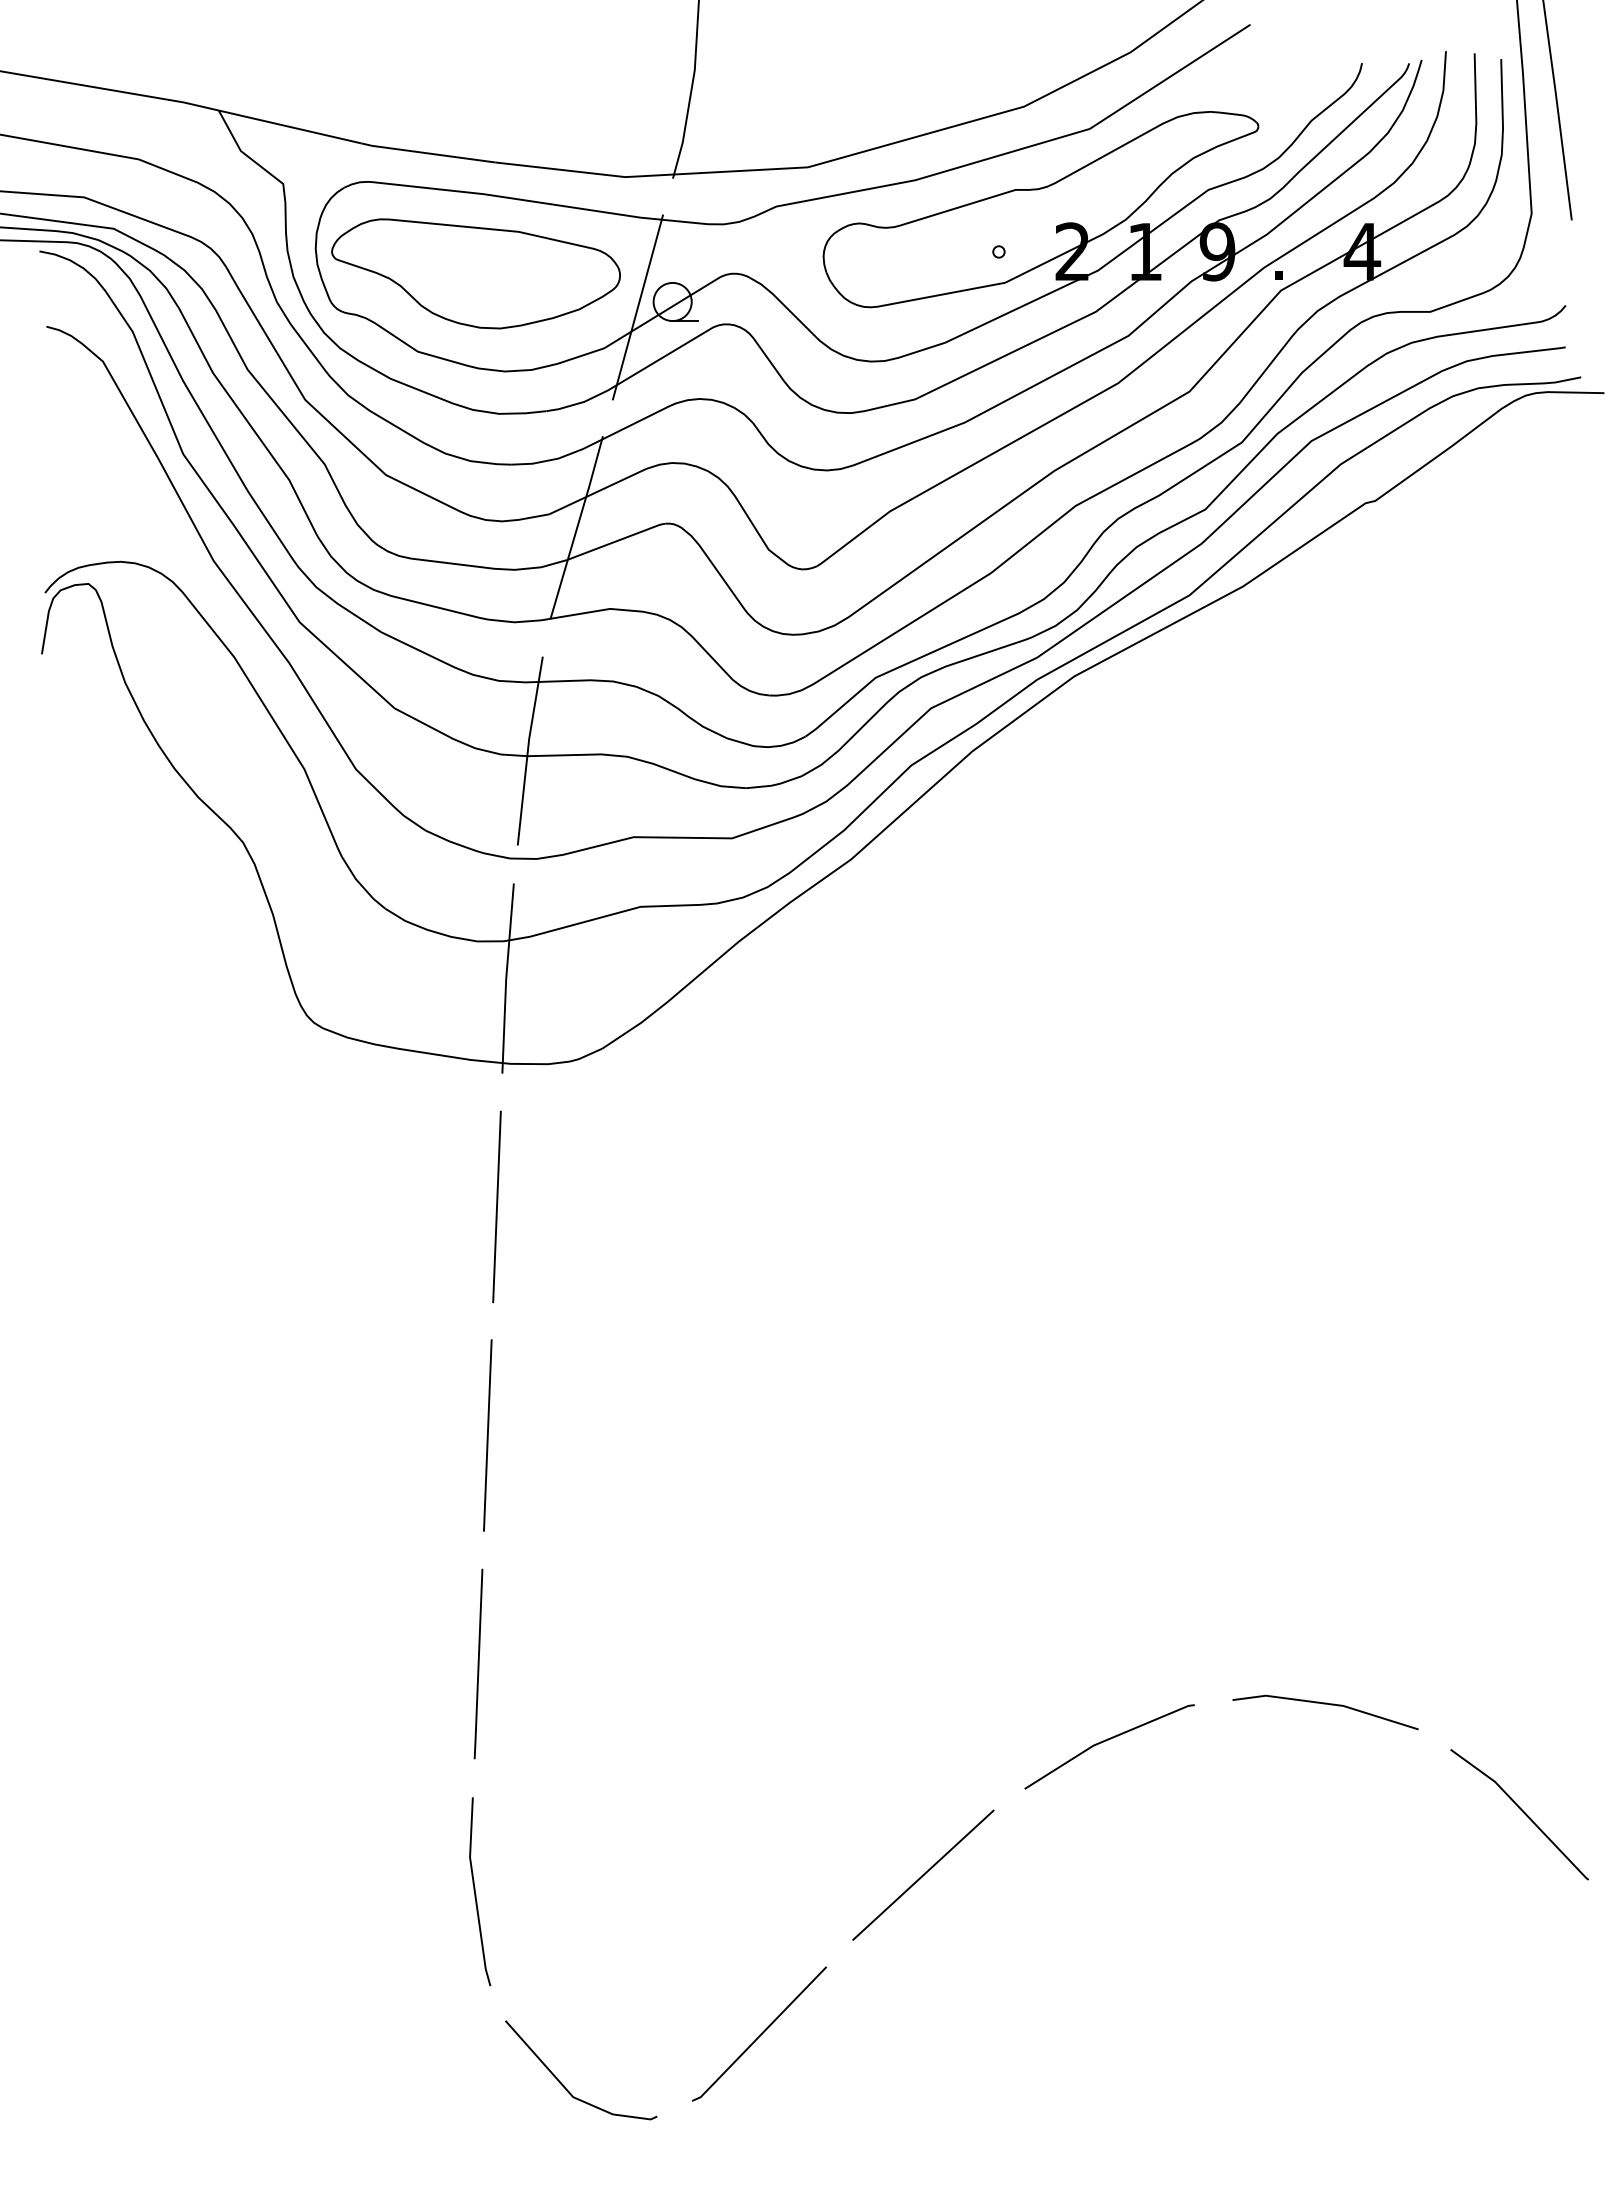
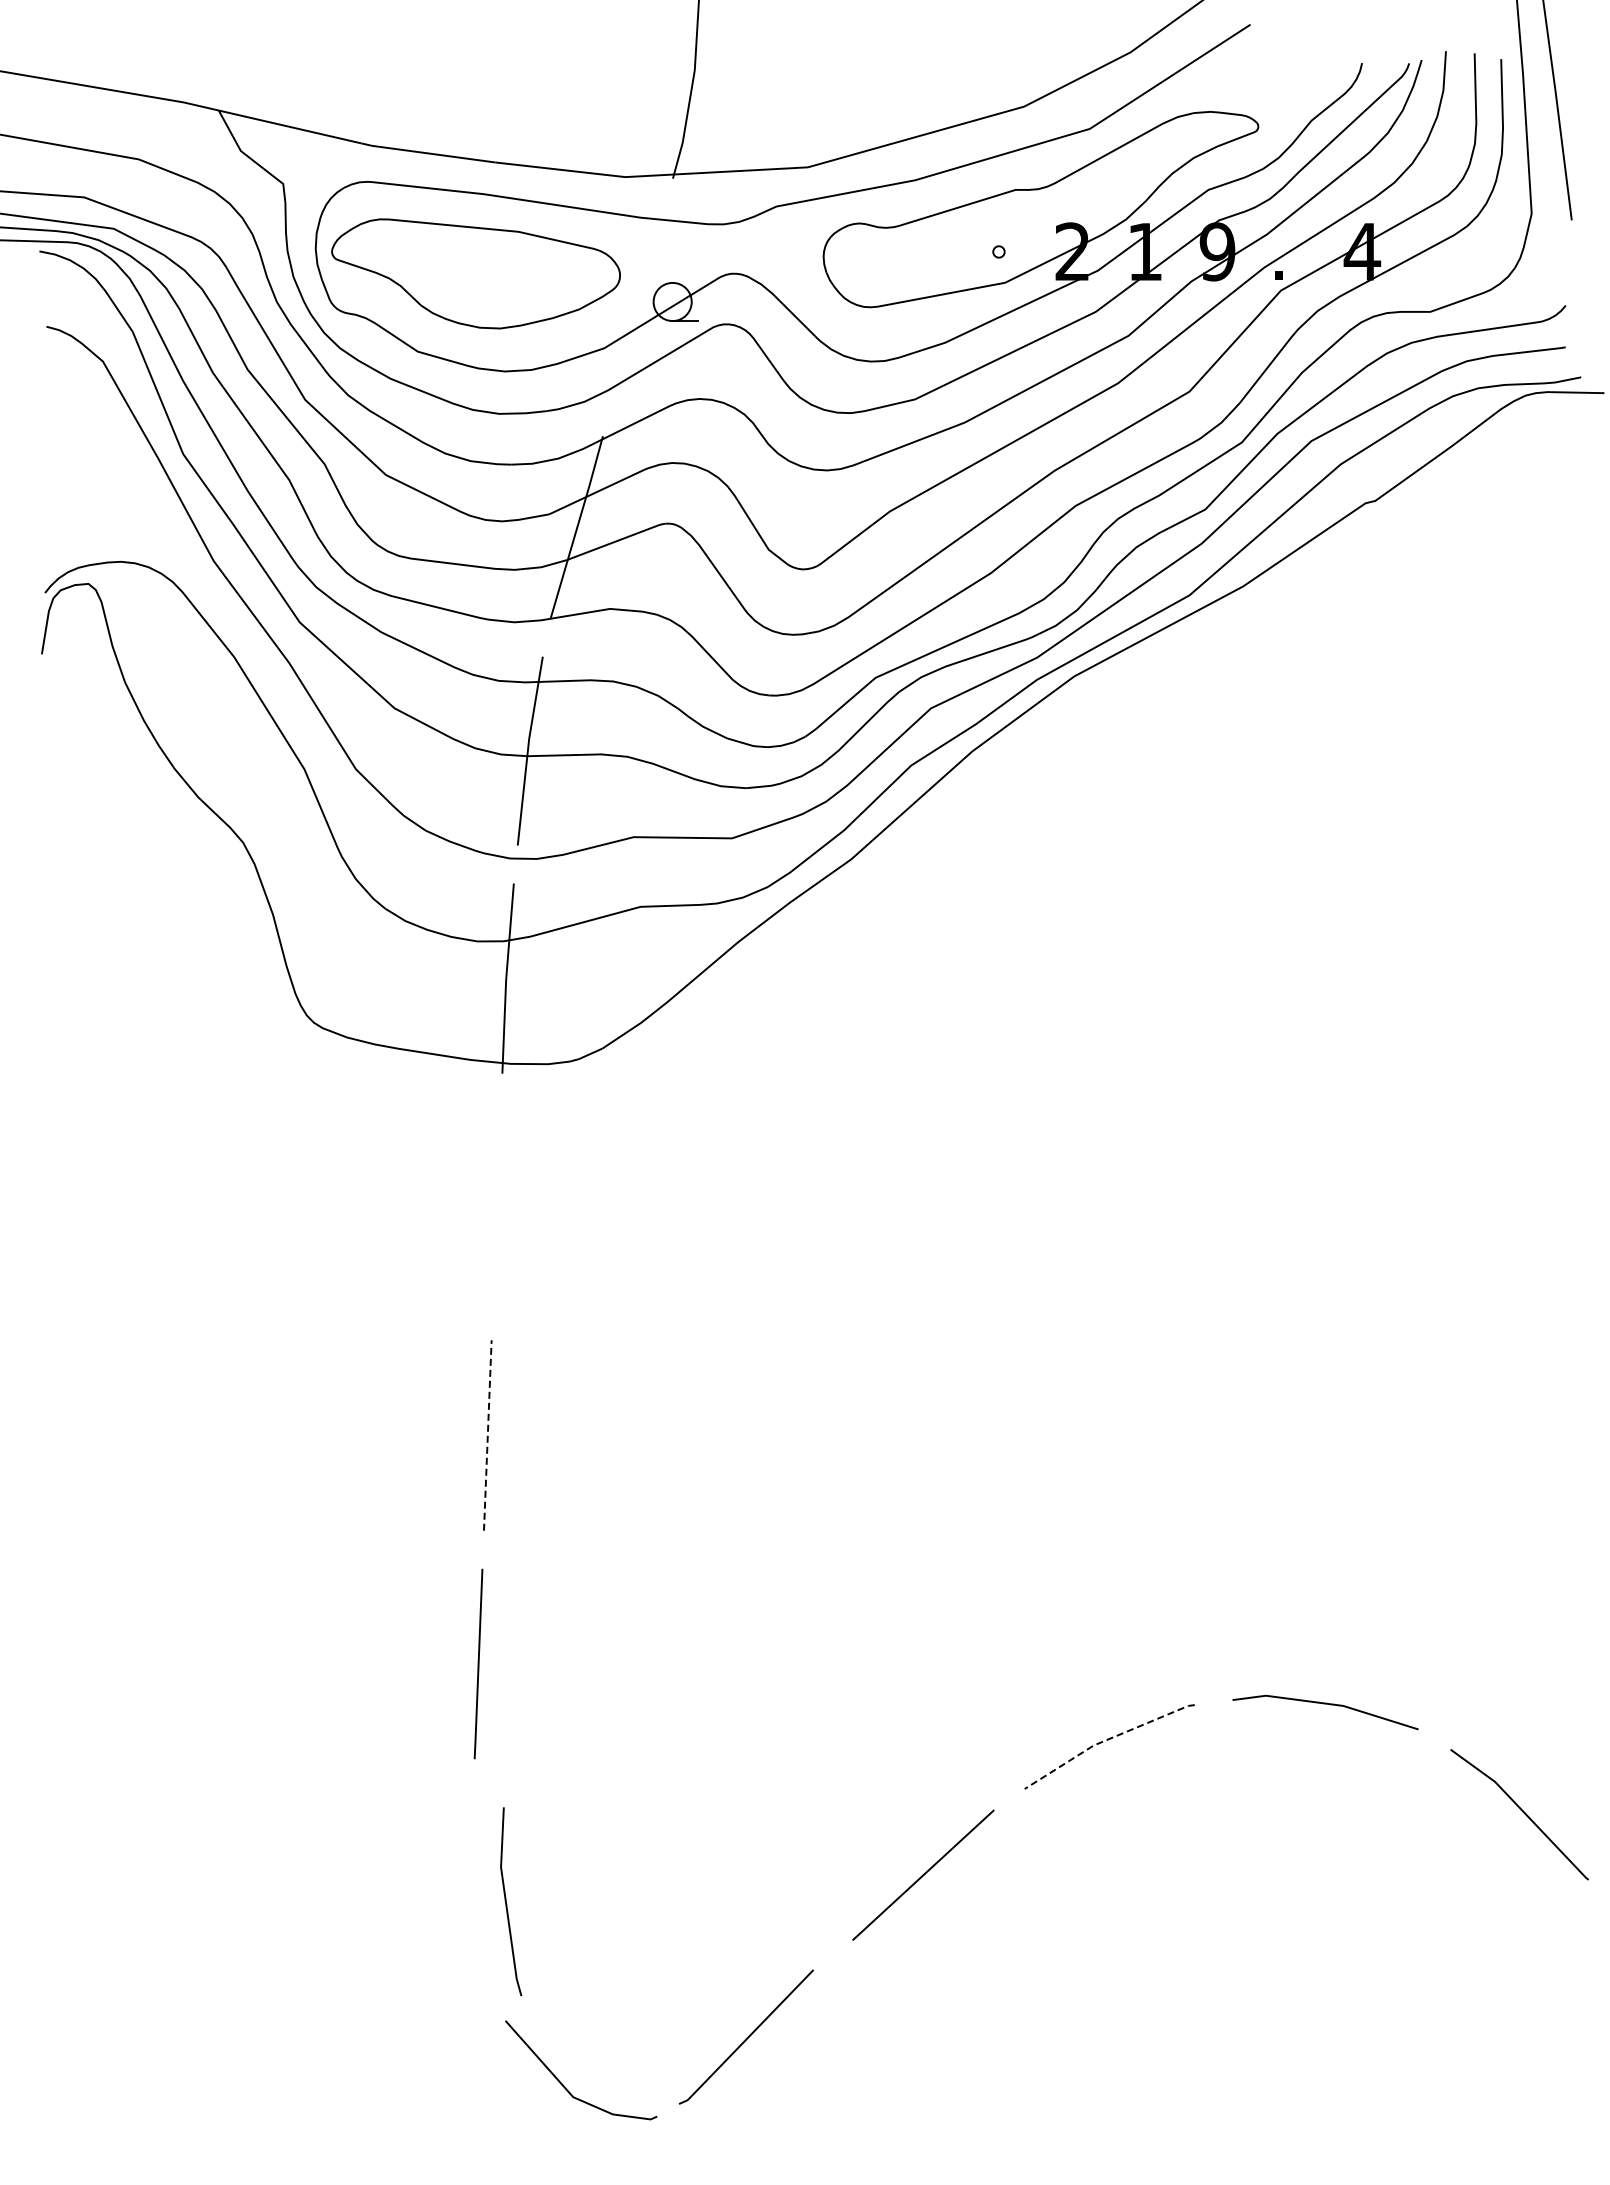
line at (637, 307): present -> none
line at (496, 1206): present -> none
line at (487, 1435): solid -> dashed
line at (1106, 1740): solid -> dashed
line at (475, 1891) position: (475, 1891) -> (506, 1901)
line at (759, 2034) position: (759, 2034) -> (746, 2037)
